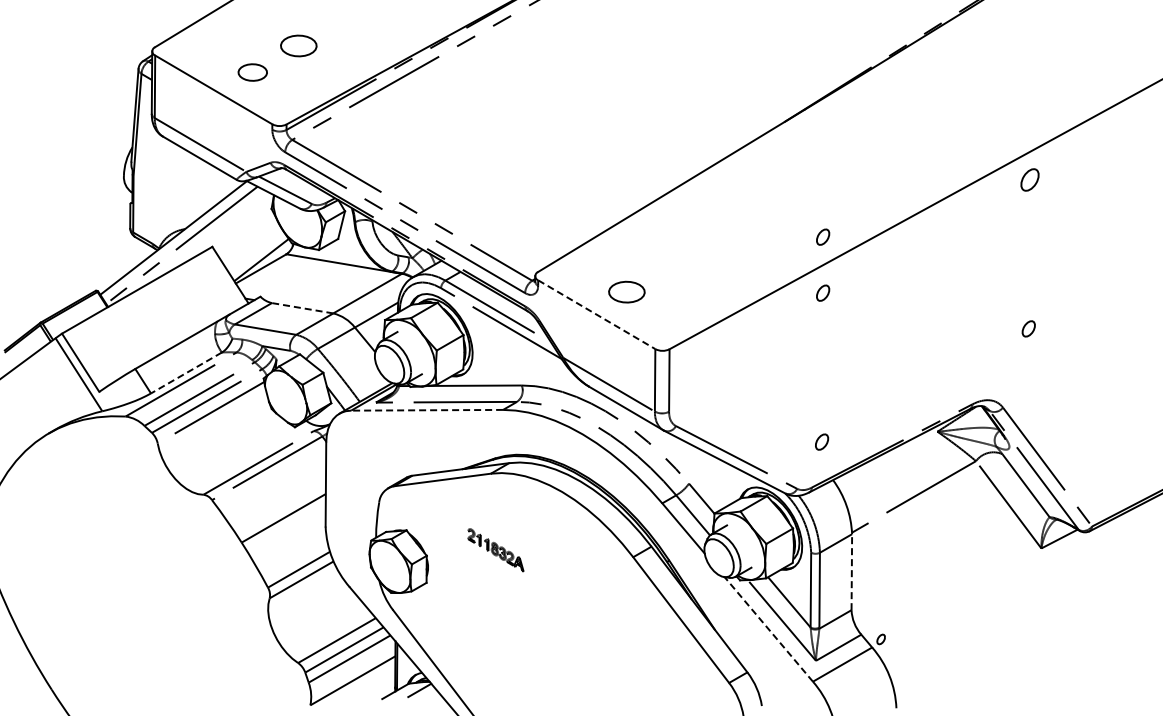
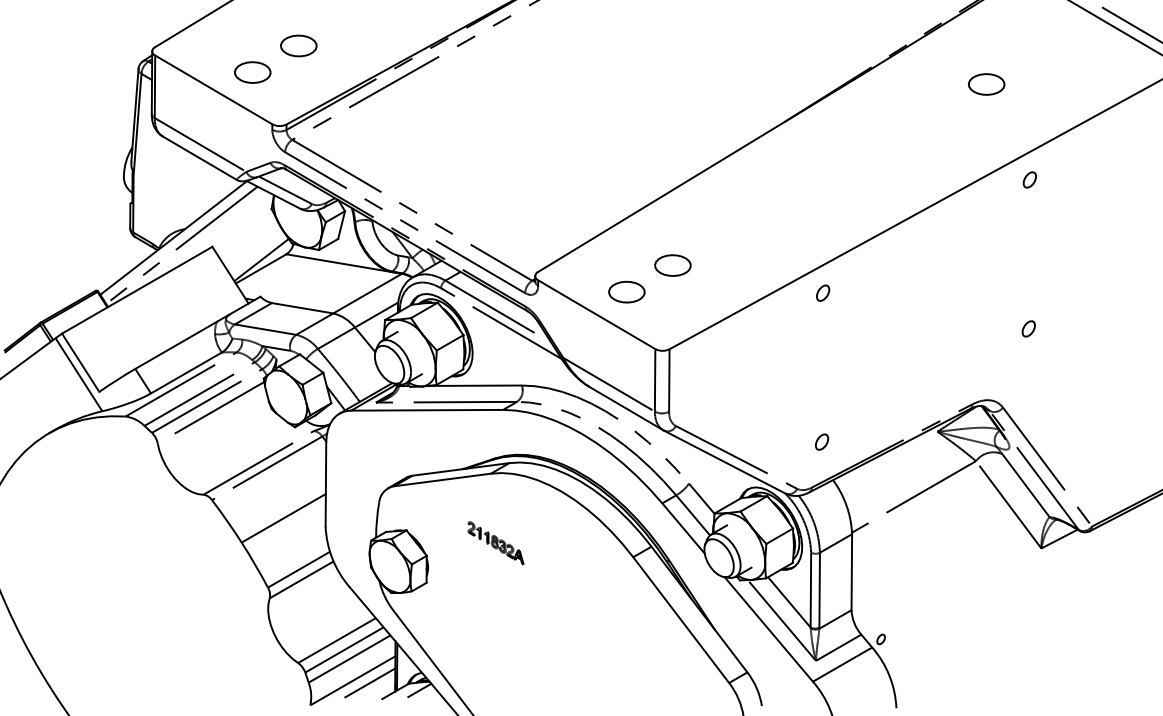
line at (1126, 21): none -> present
line at (1115, 27): none -> present
part at (252, 72) size: 31x19 px -> 38x23 px
part at (986, 84): none -> present
part at (1029, 179) size: 20x24 px -> 15x18 px
part at (823, 236): present -> none
part at (672, 265): none -> present
line at (302, 308): dashed -> solid
line at (596, 314): dashed -> solid
line at (186, 373): dashed -> solid
line at (427, 410): dashed -> solid
part at (495, 550) position: (495, 550) -> (495, 543)
line at (851, 572): dashed -> solid
line at (768, 629): dashed -> solid
line at (370, 682): none -> present
